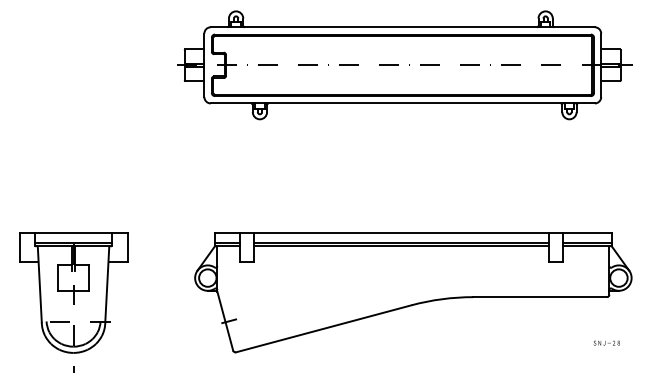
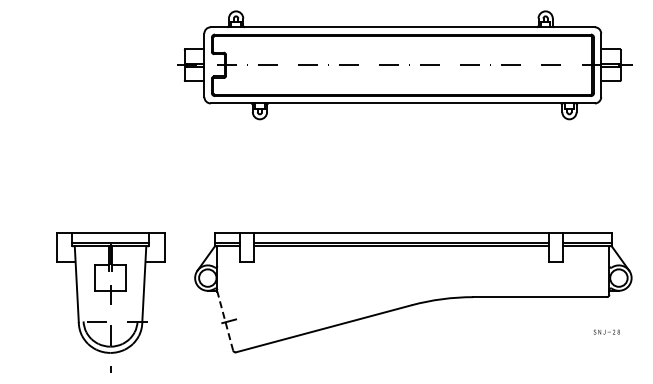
part at (73, 302) position: (73, 302) -> (110, 302)
line at (225, 321): solid -> dashed
text at (606, 342) position: (606, 342) -> (606, 331)
